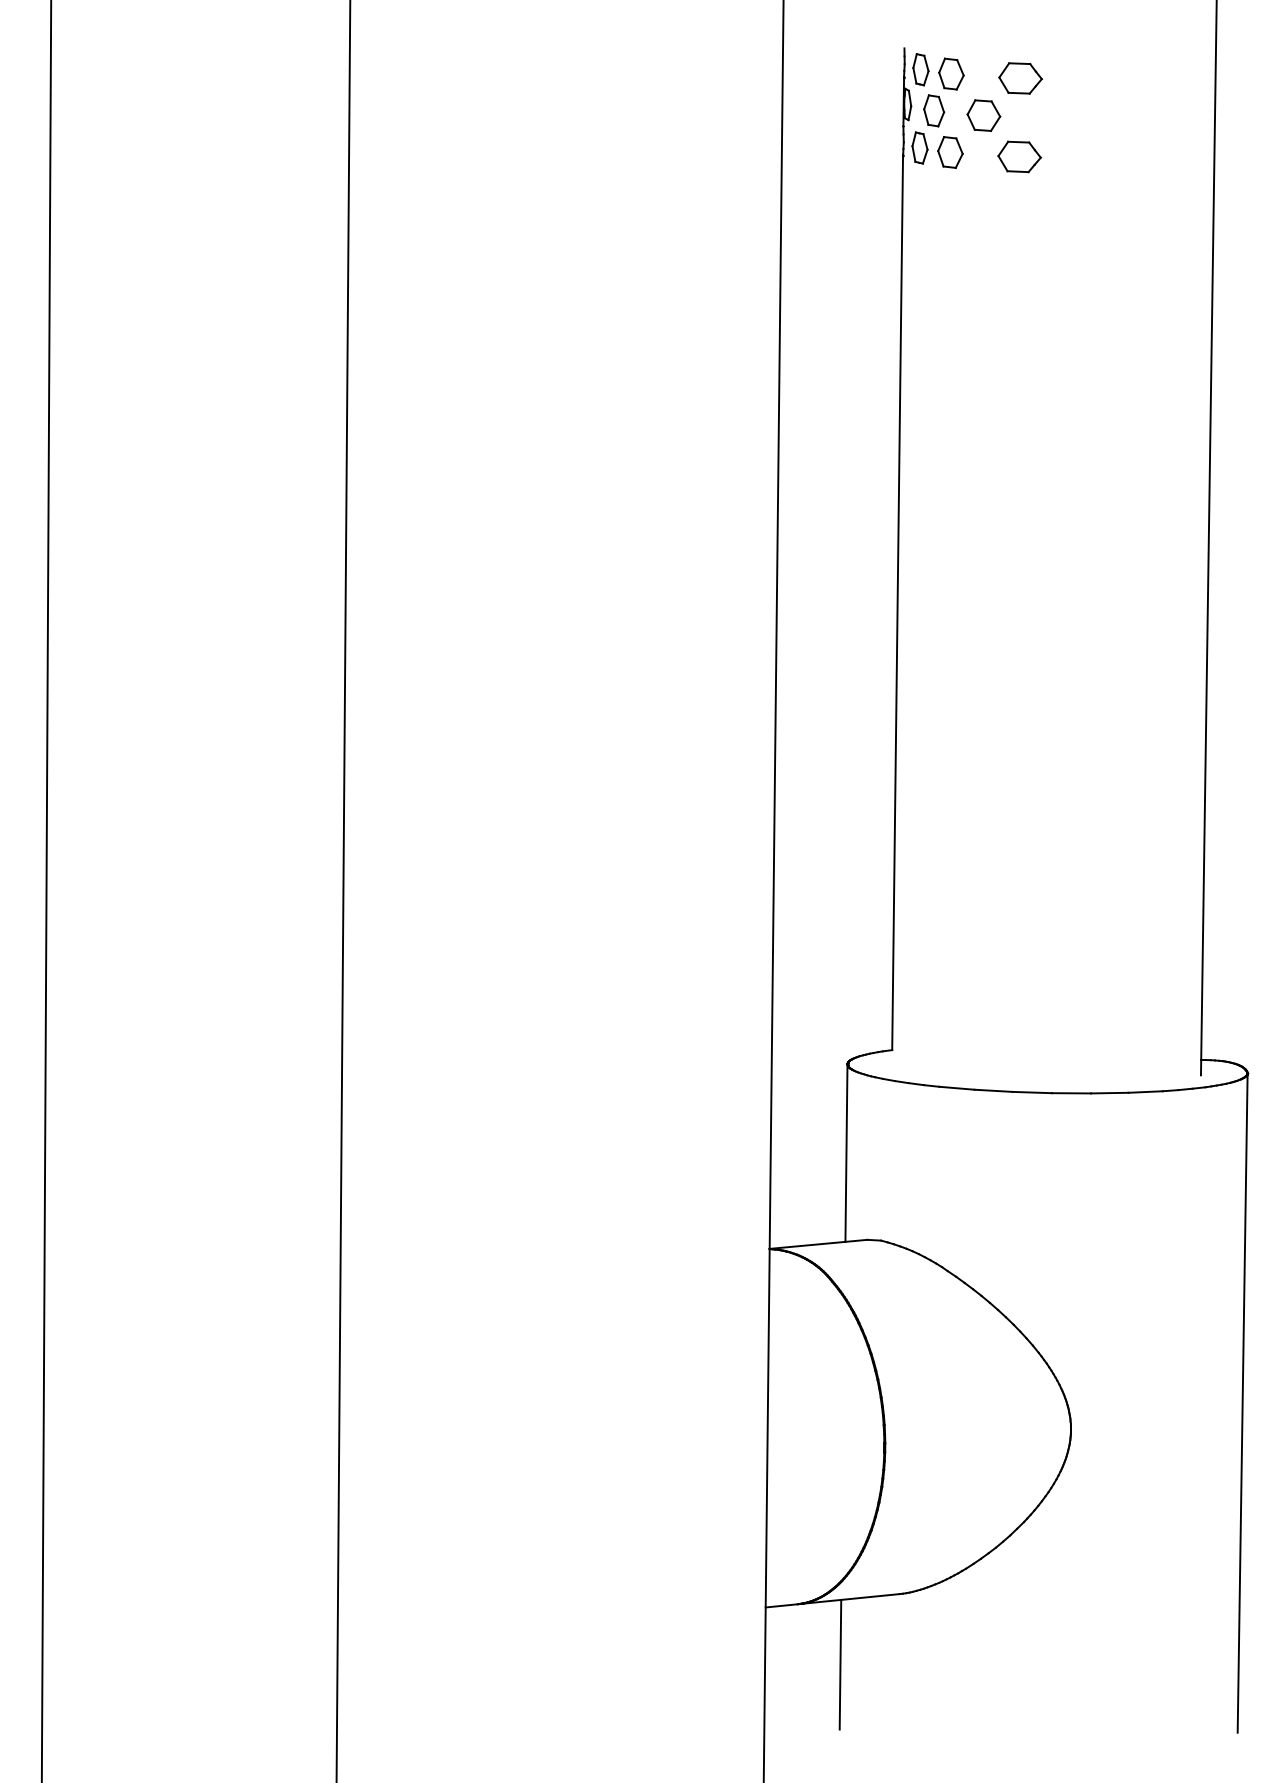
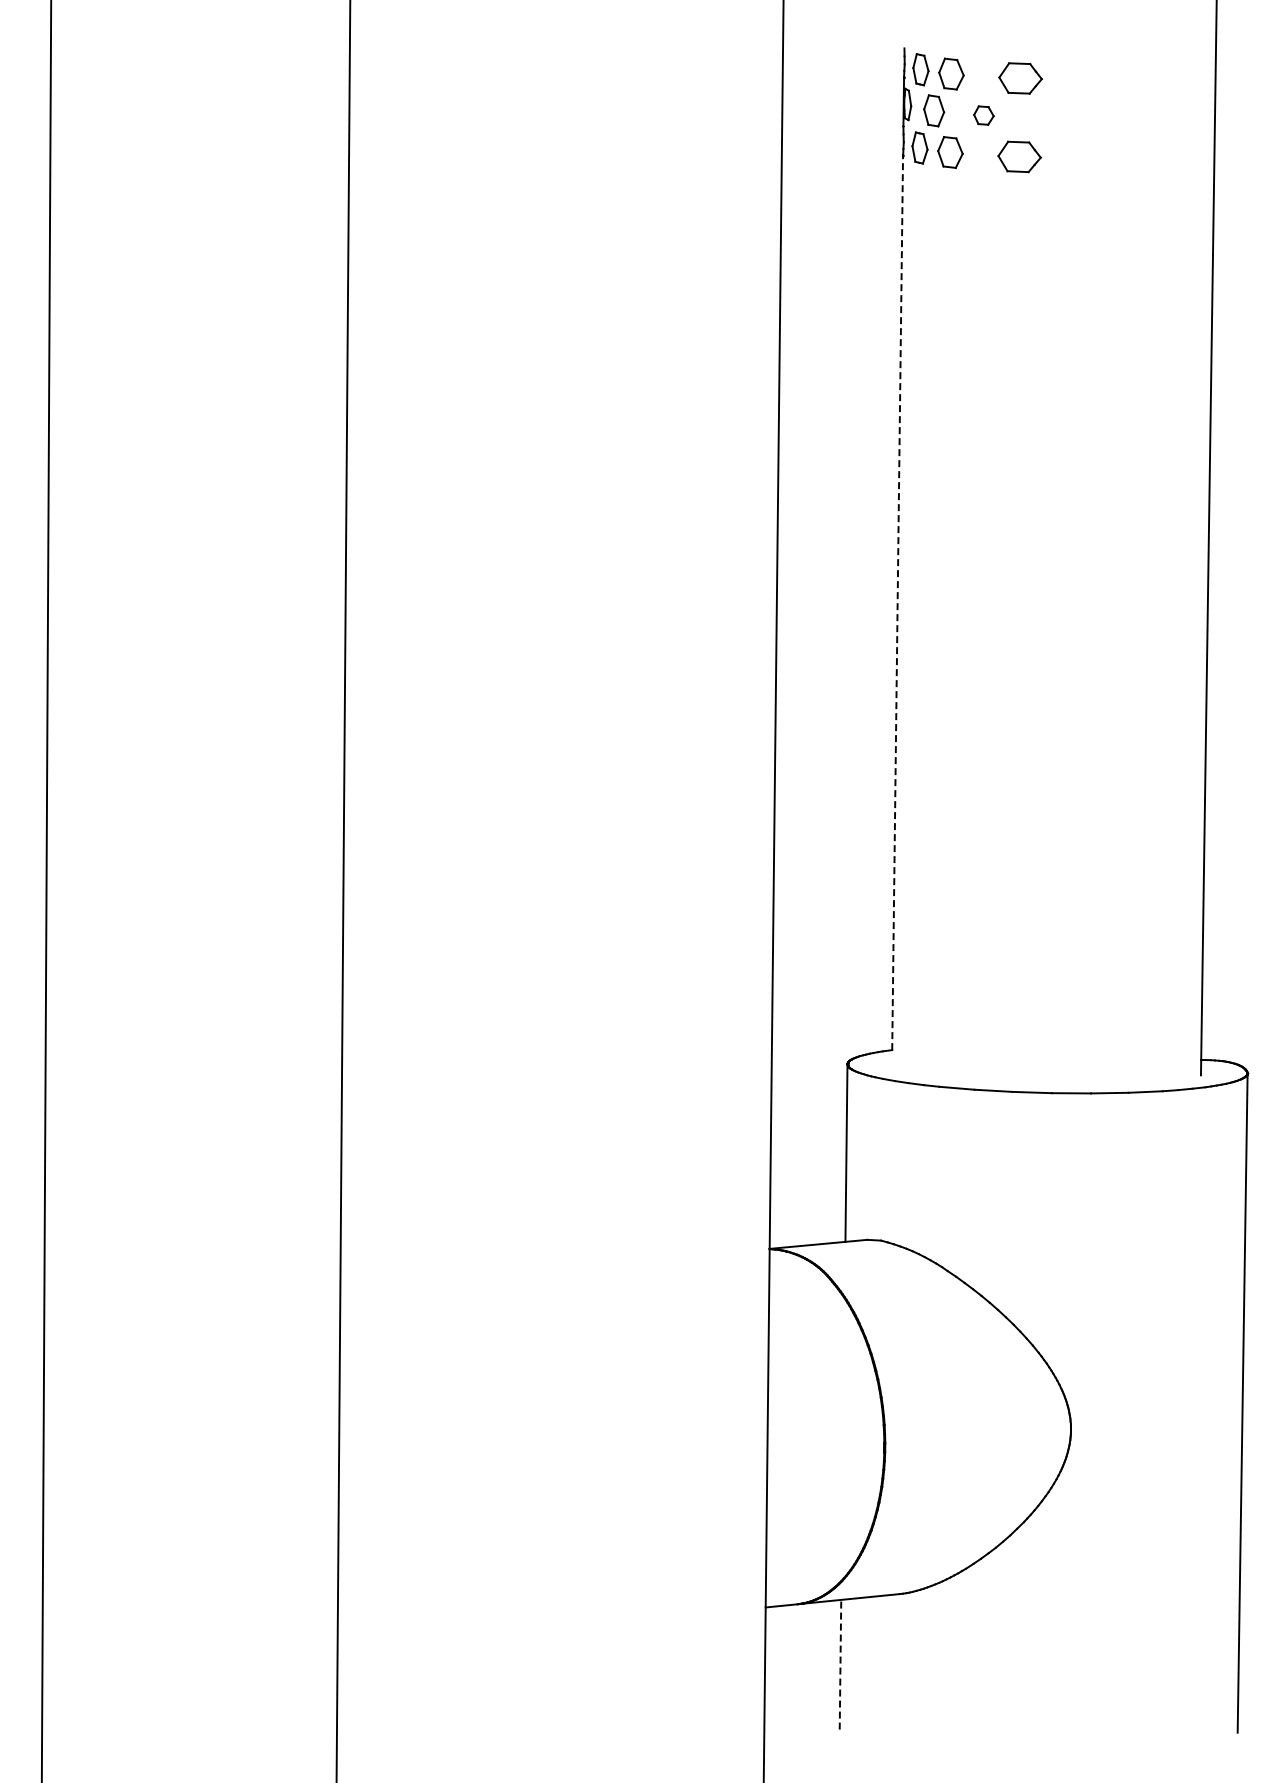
part at (983, 115) size: 36x33 px -> 22x21 px
line at (897, 602): solid -> dashed
line at (840, 1664): solid -> dashed
